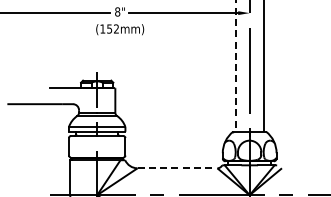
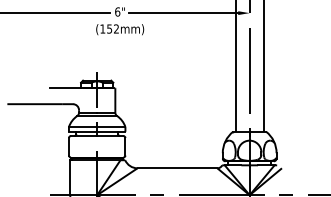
text at (117, 11): 8" -> 6"
line at (235, 66): dashed -> solid
line at (177, 168): dashed -> solid
